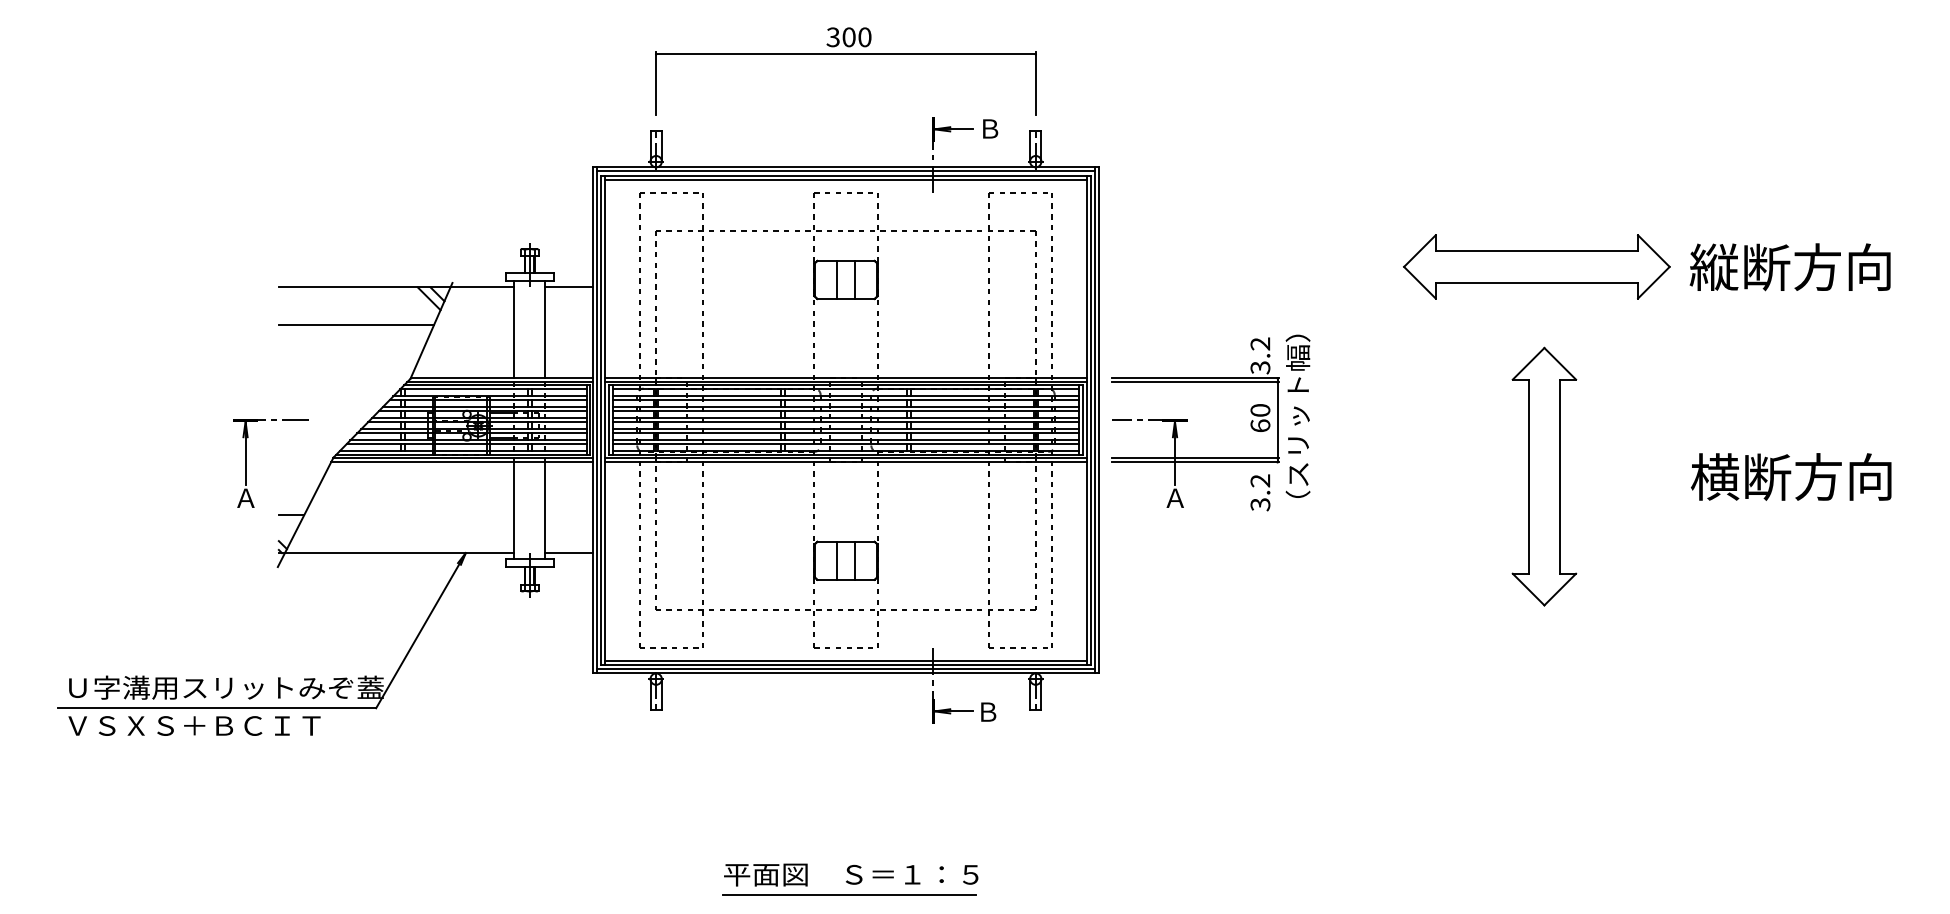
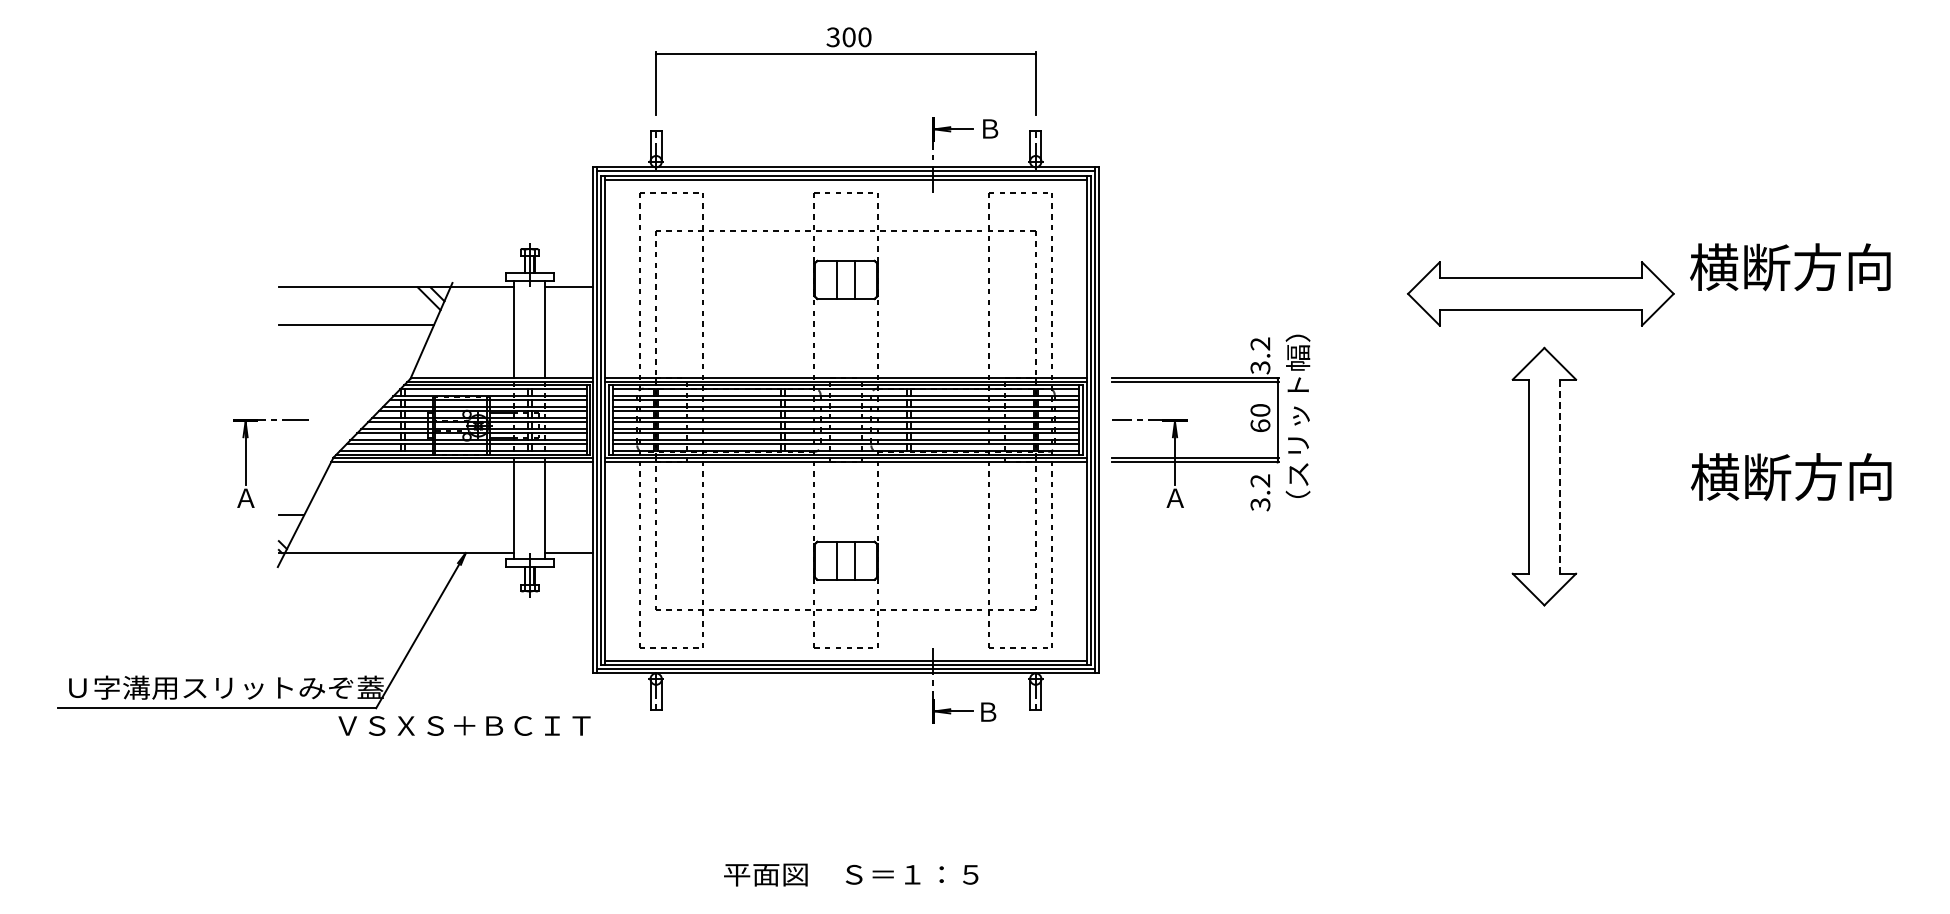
part at (1536, 266) position: (1536, 266) -> (1540, 293)
text at (1713, 266): 縦断方向 -> 横断方向
line at (1560, 476): solid -> dashed
text at (194, 725) position: (194, 725) -> (464, 725)
line at (848, 895): present -> none
